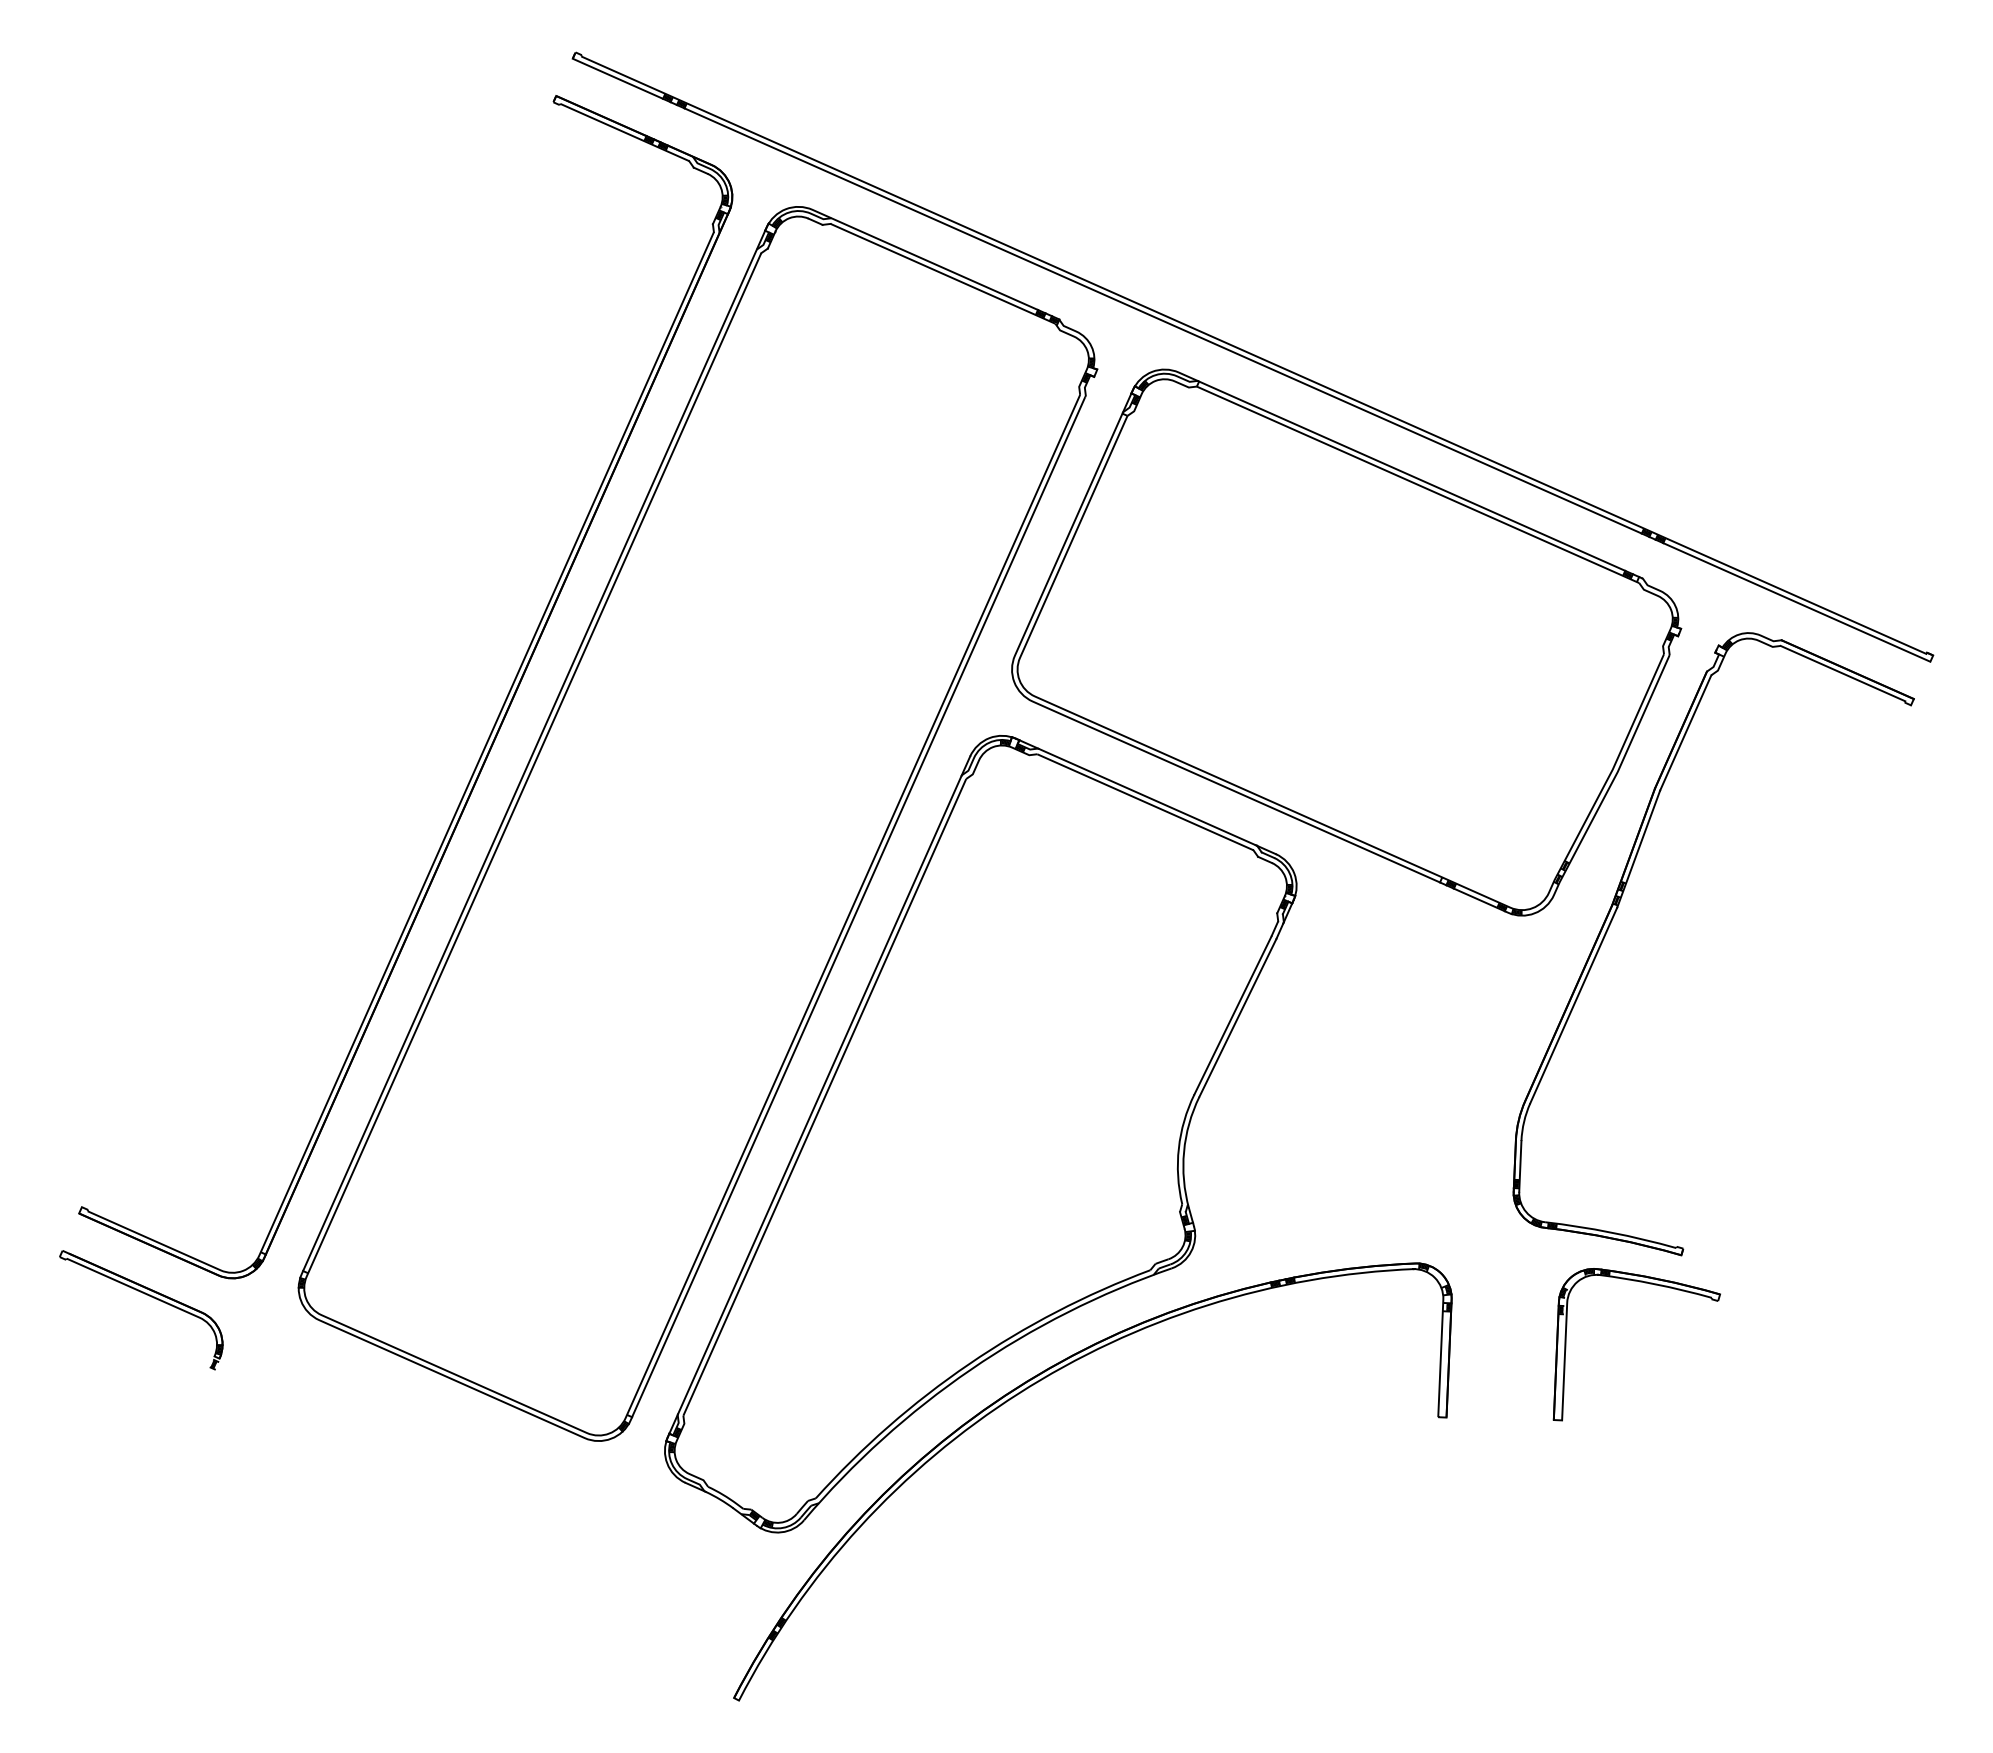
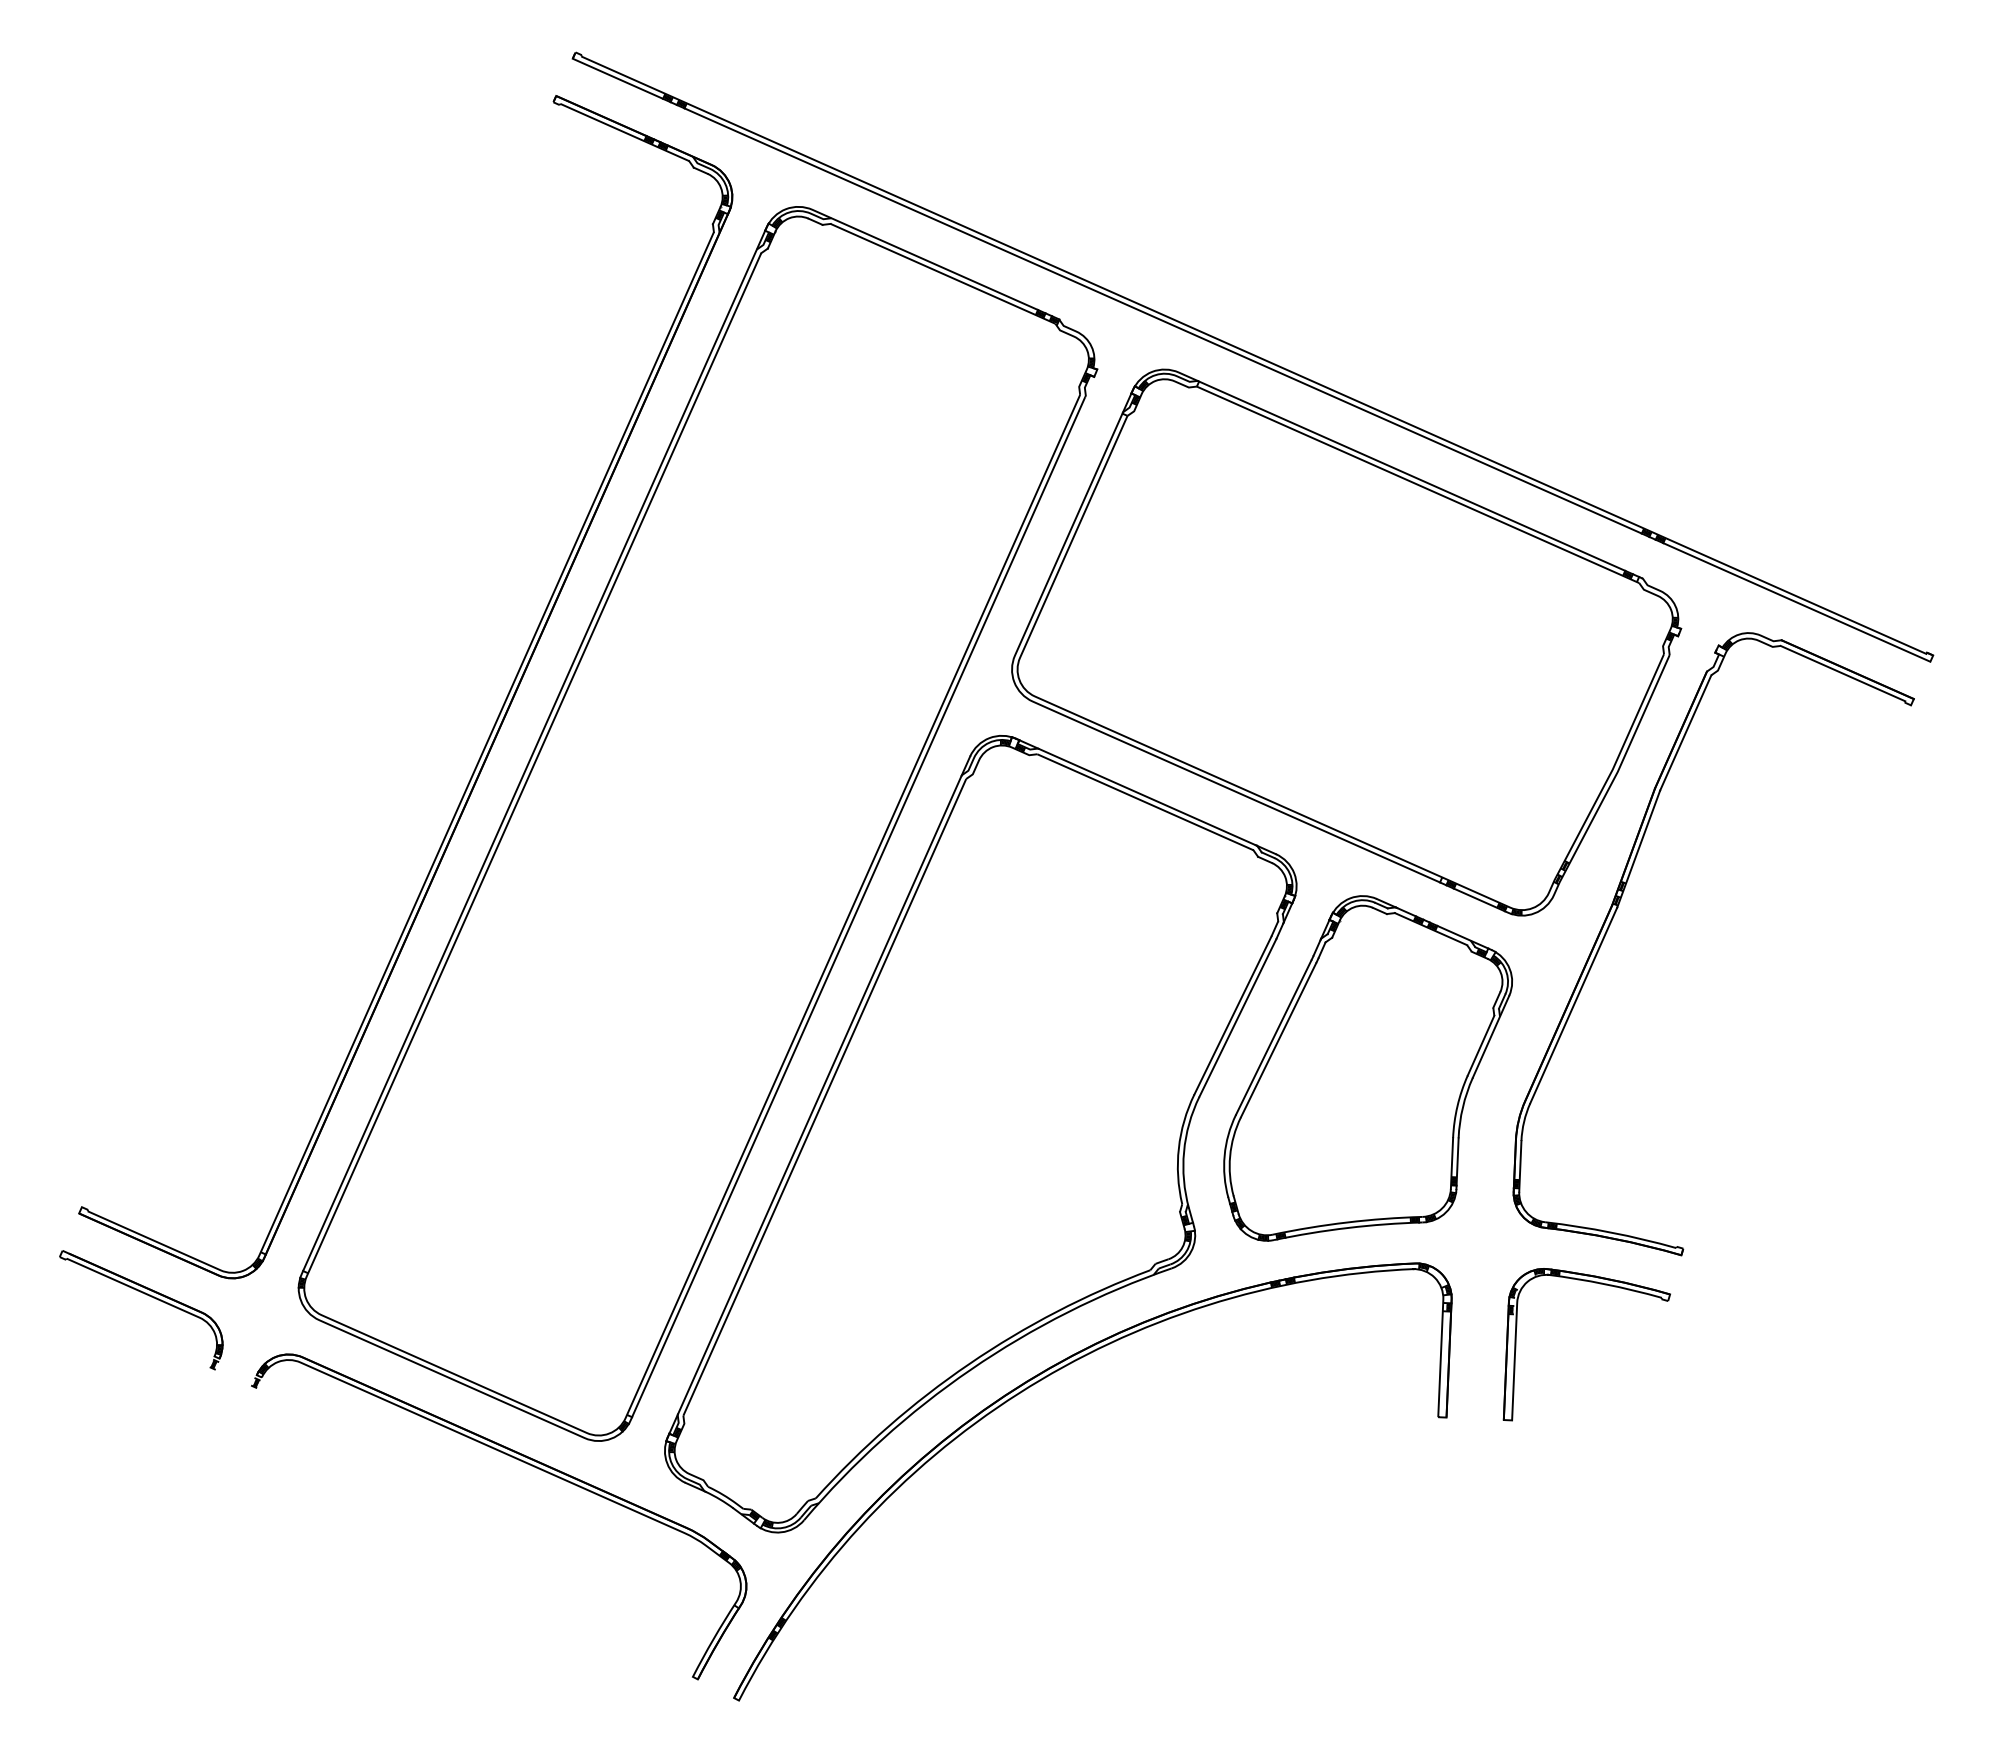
part at (1367, 1068): none -> present
part at (1649, 1284) position: (1649, 1284) -> (1599, 1284)
part at (522, 1462): none -> present
